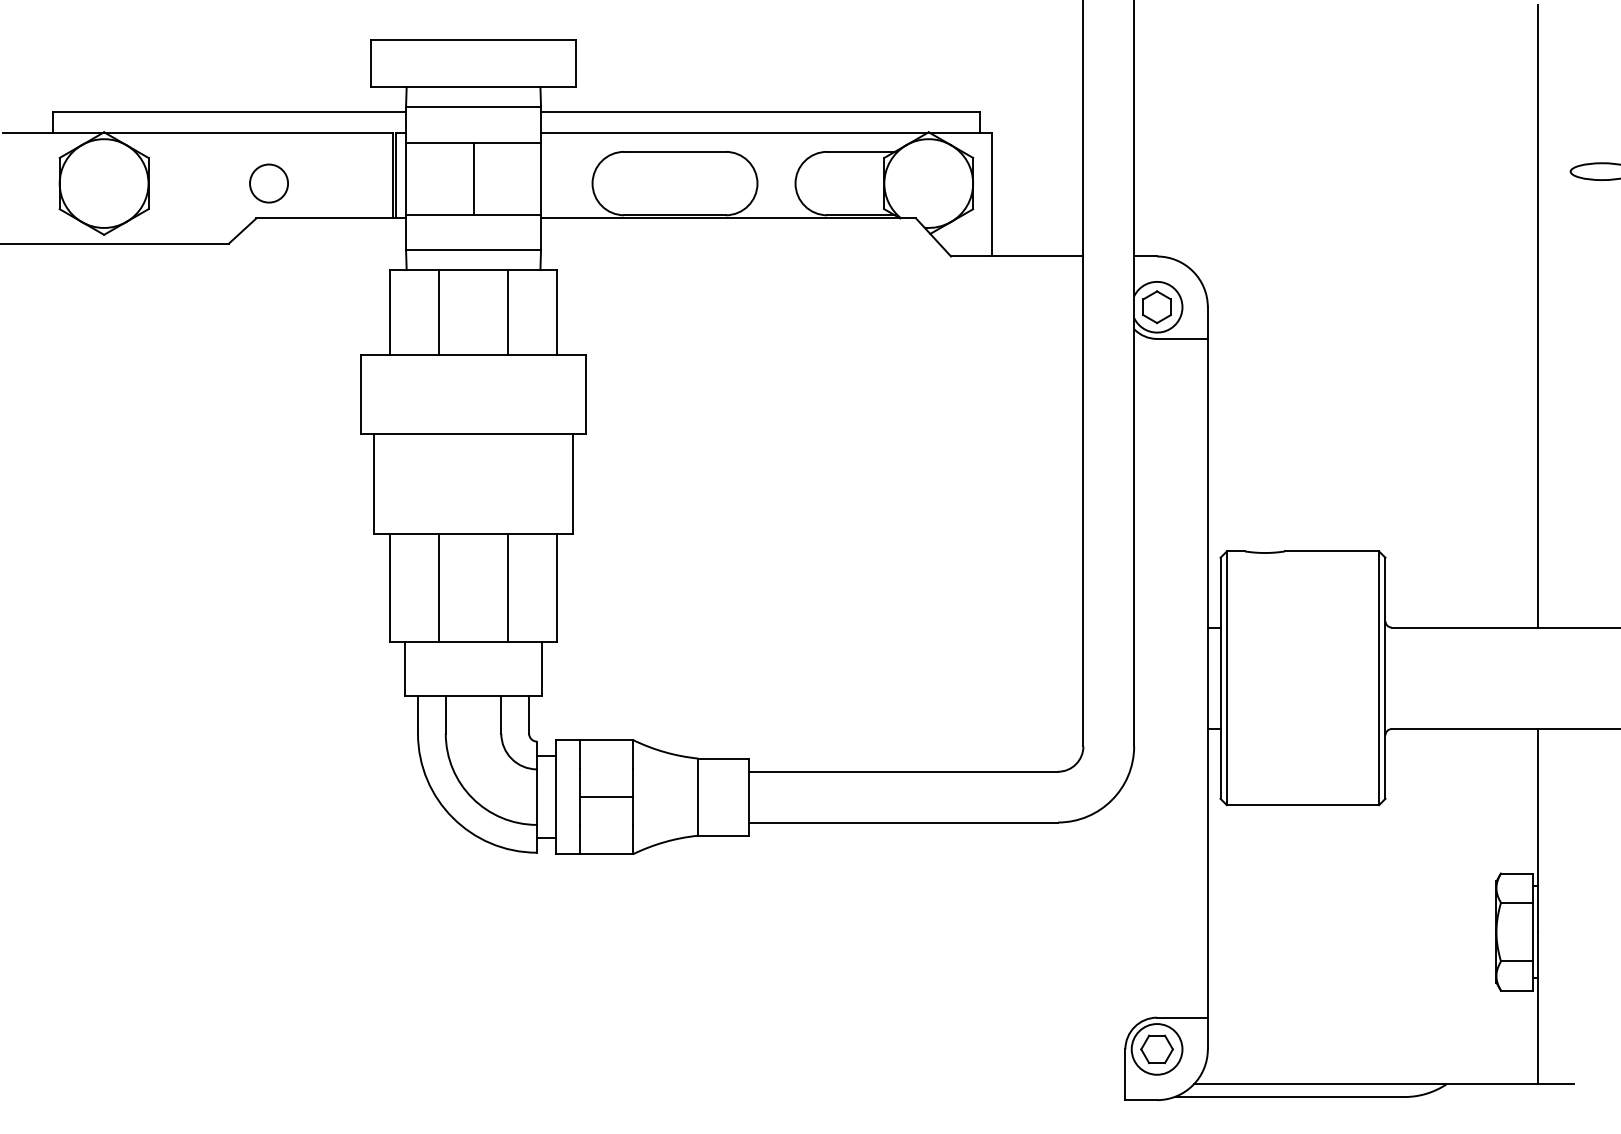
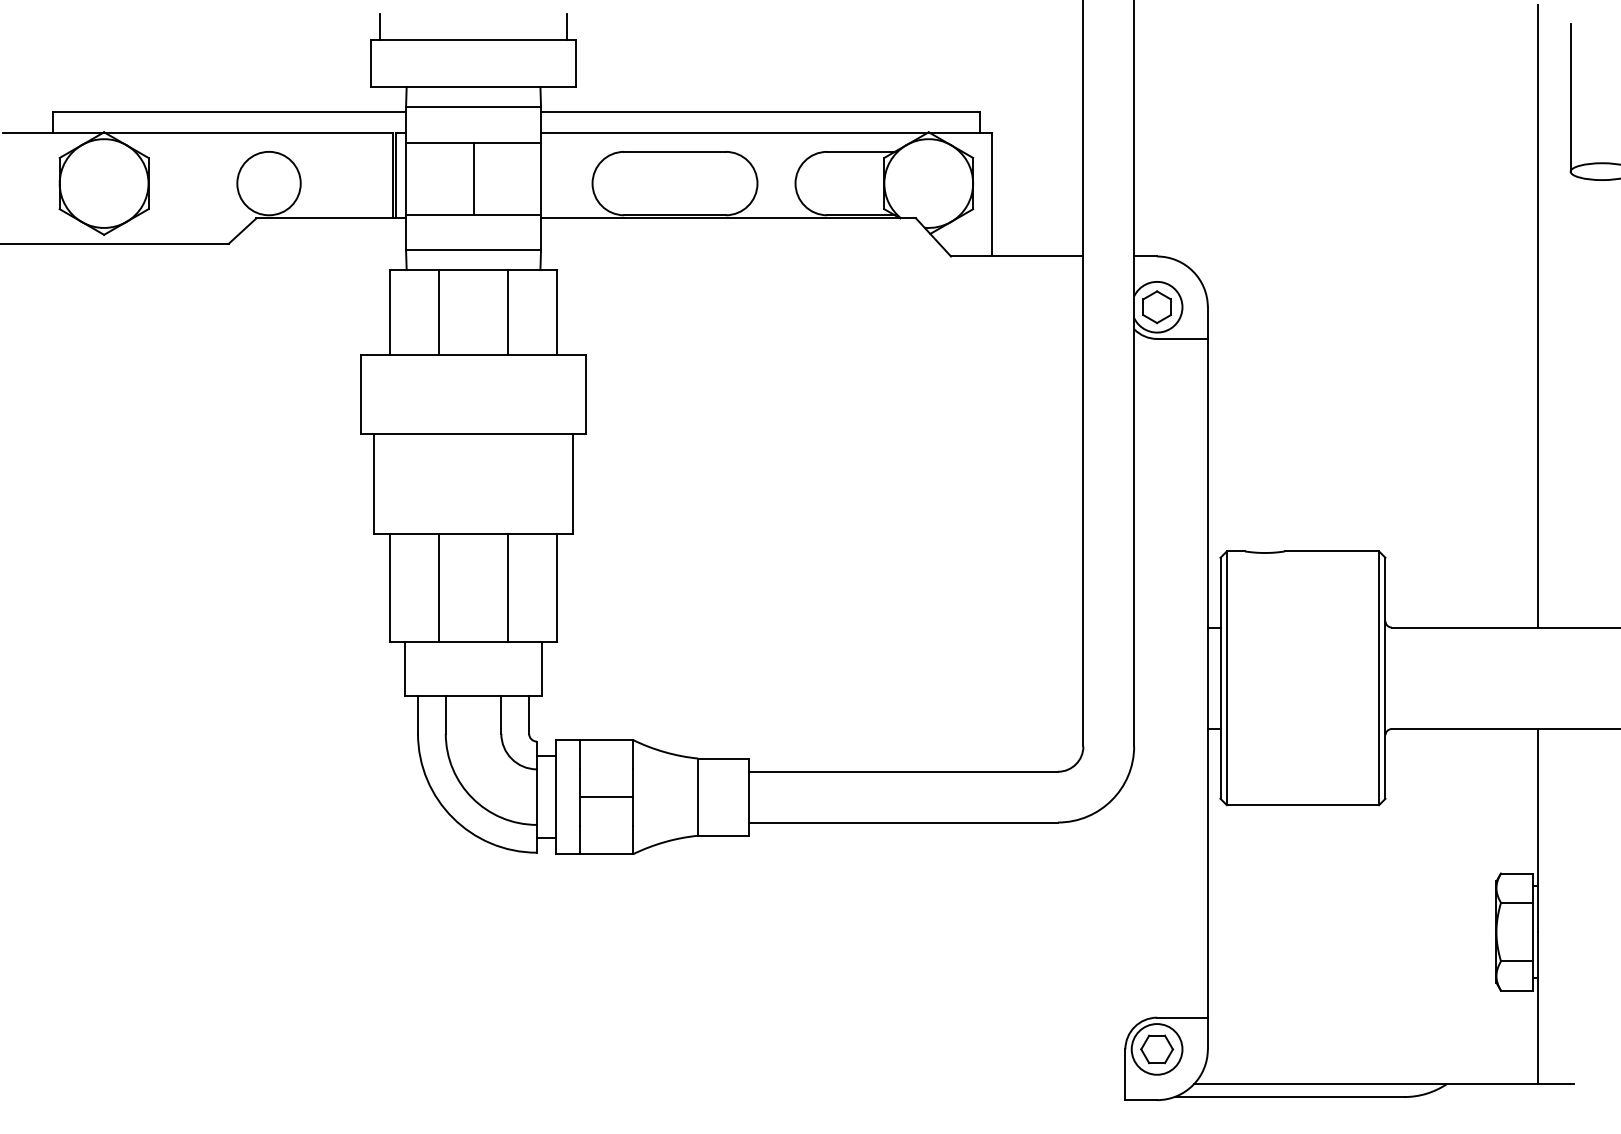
line at (380, 26): none -> present
line at (566, 26): none -> present
line at (1570, 97): none -> present
circle at (269, 183) diameter: 38 px -> 63 px
